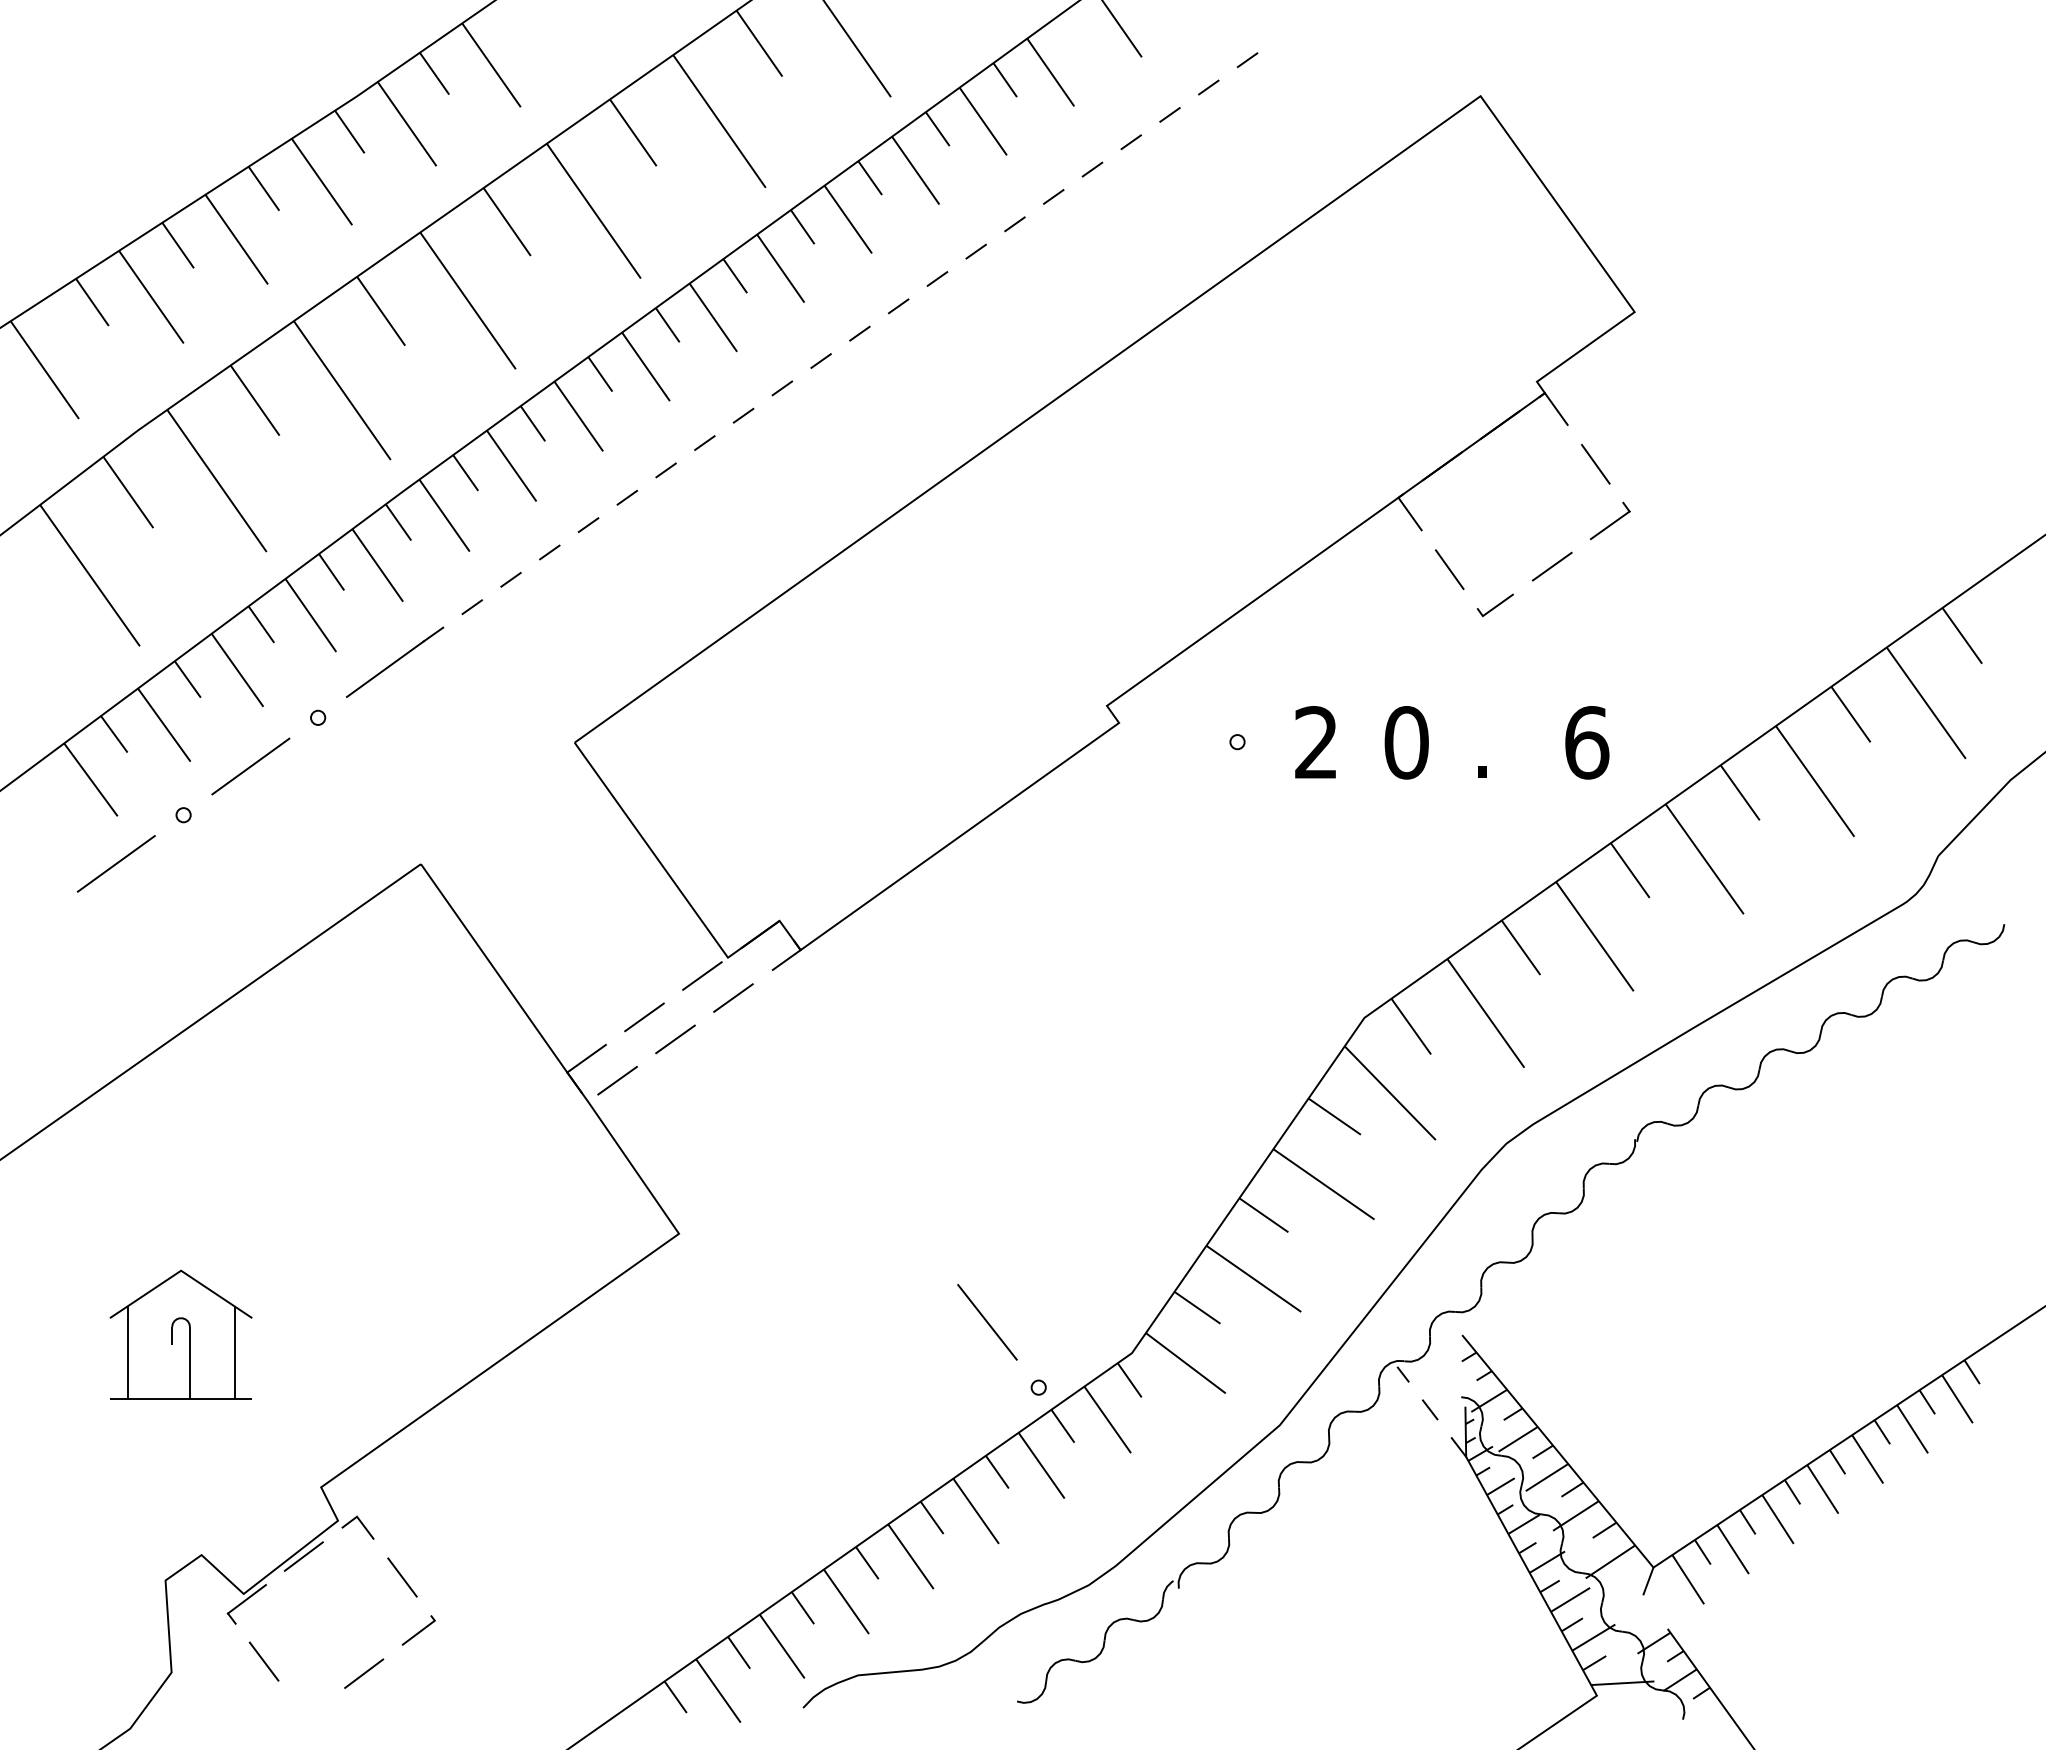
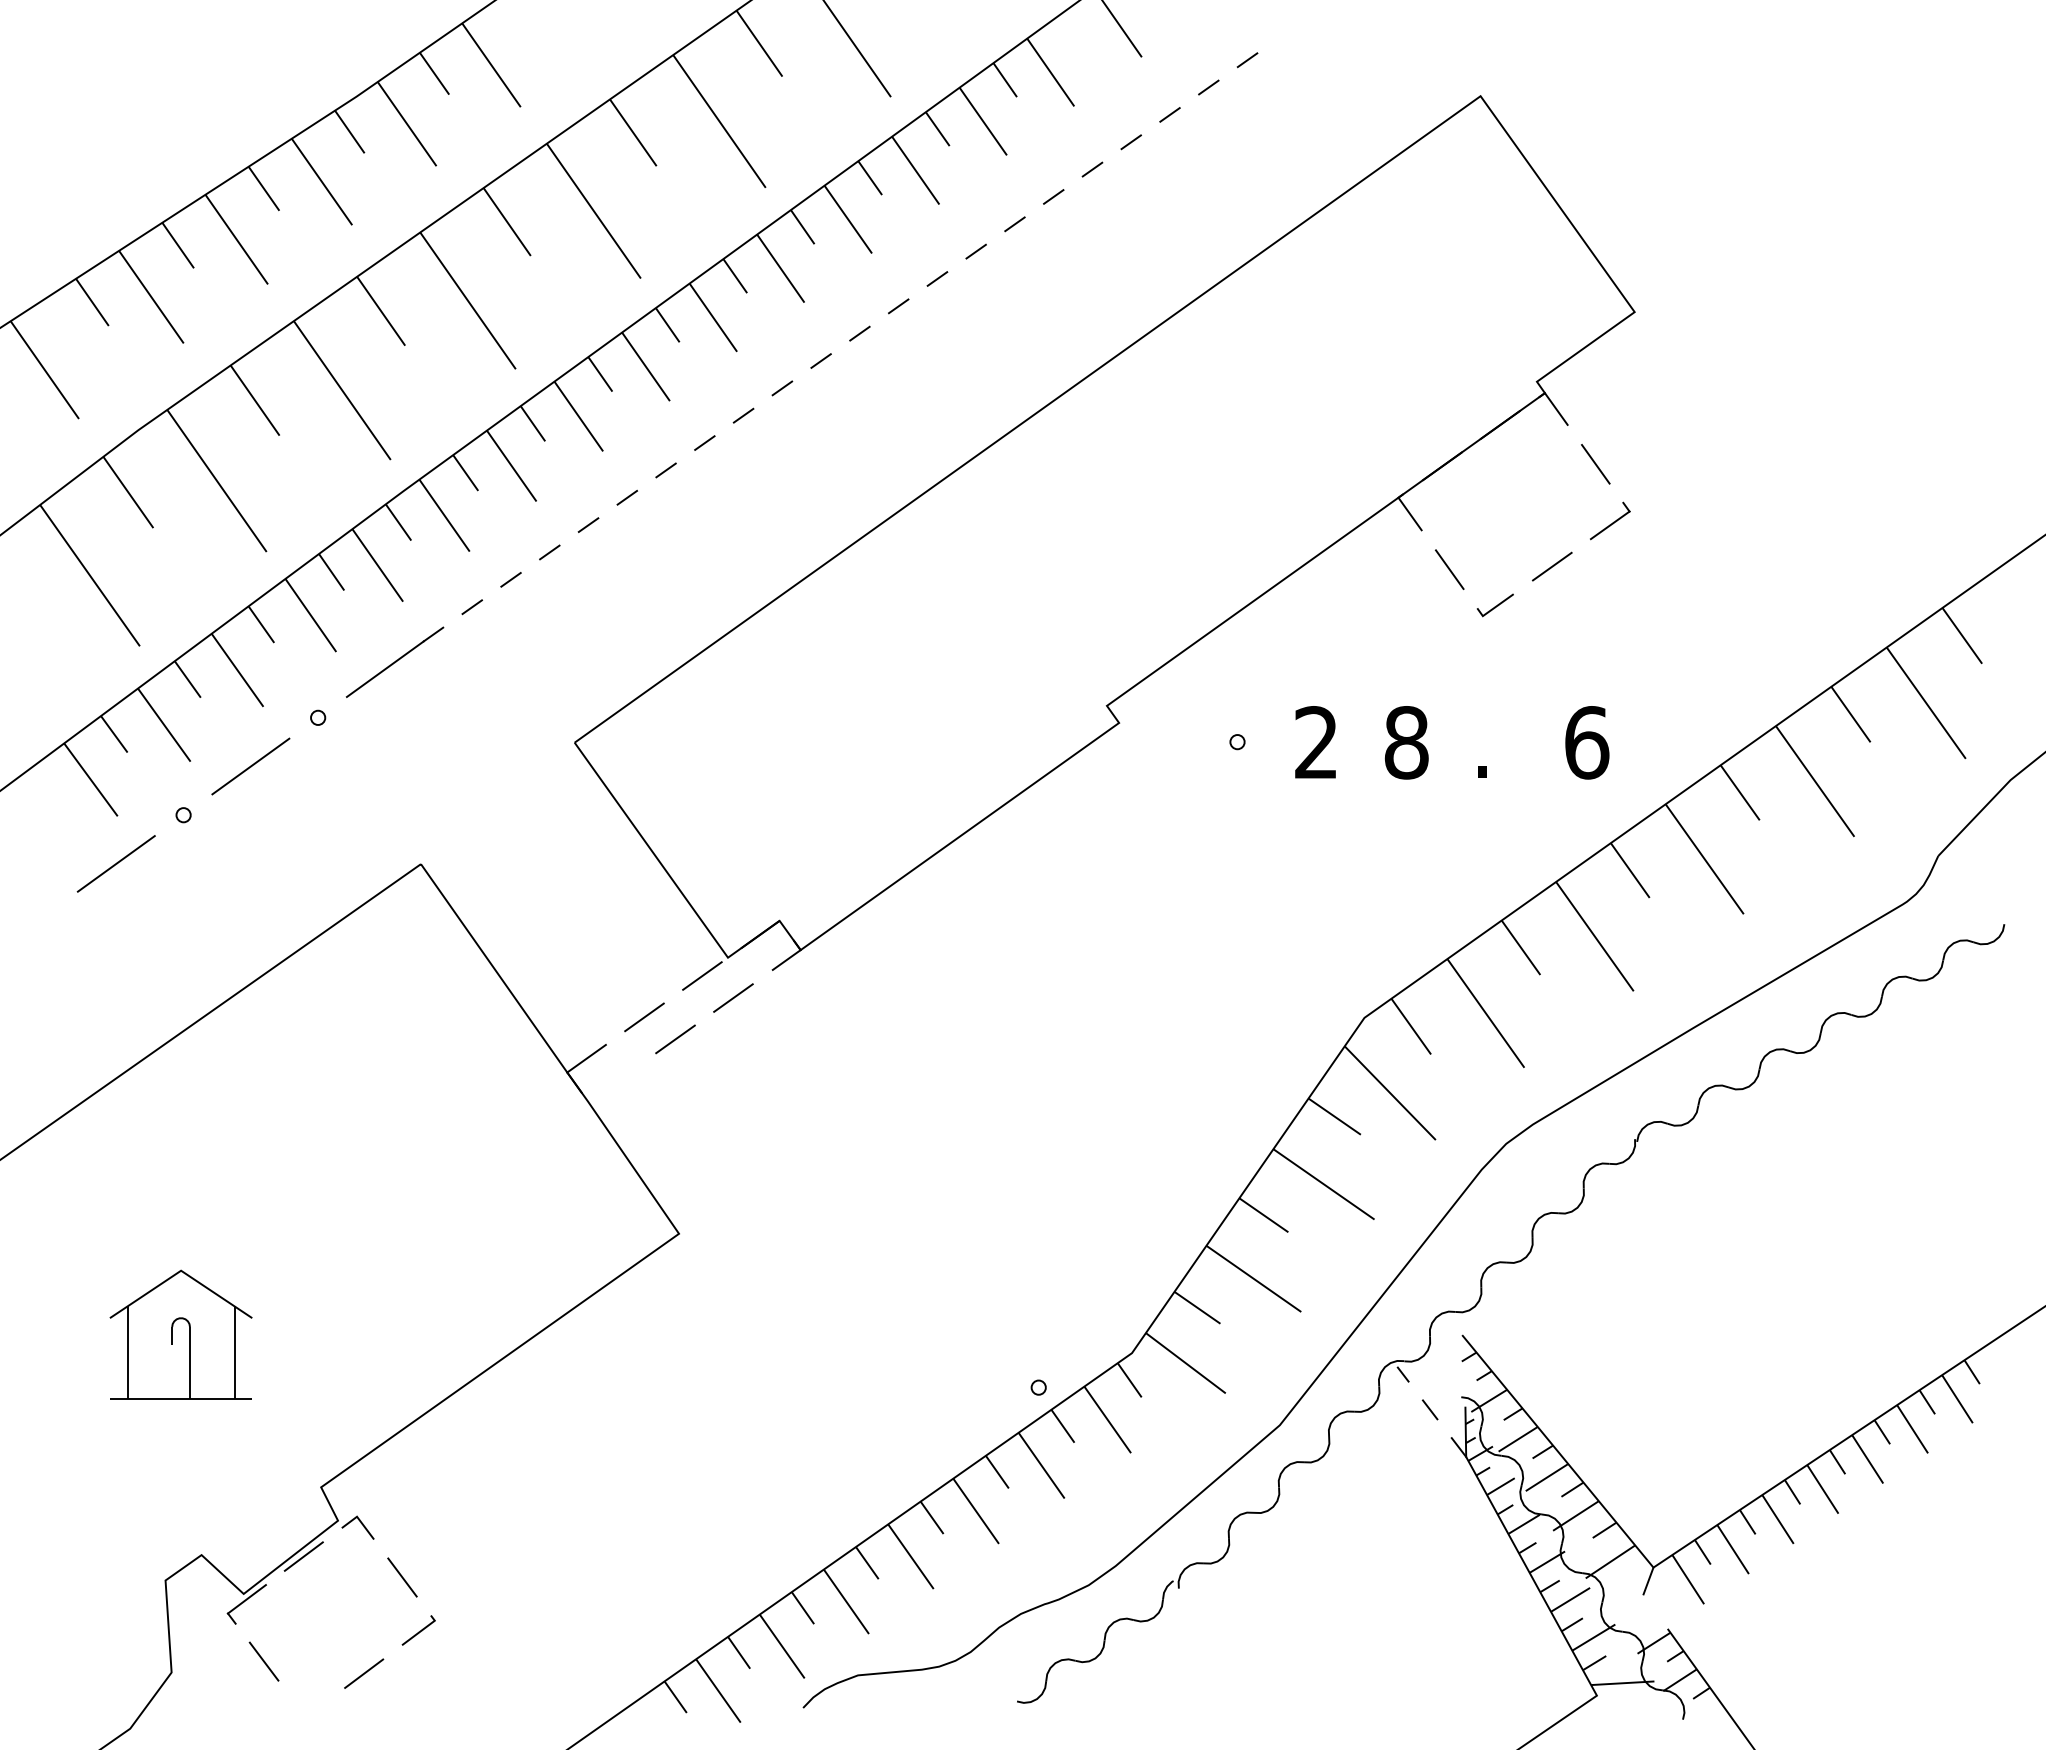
text at (1406, 742): 0 -> 8
line at (617, 1080): present -> none
line at (987, 1322): present -> none
